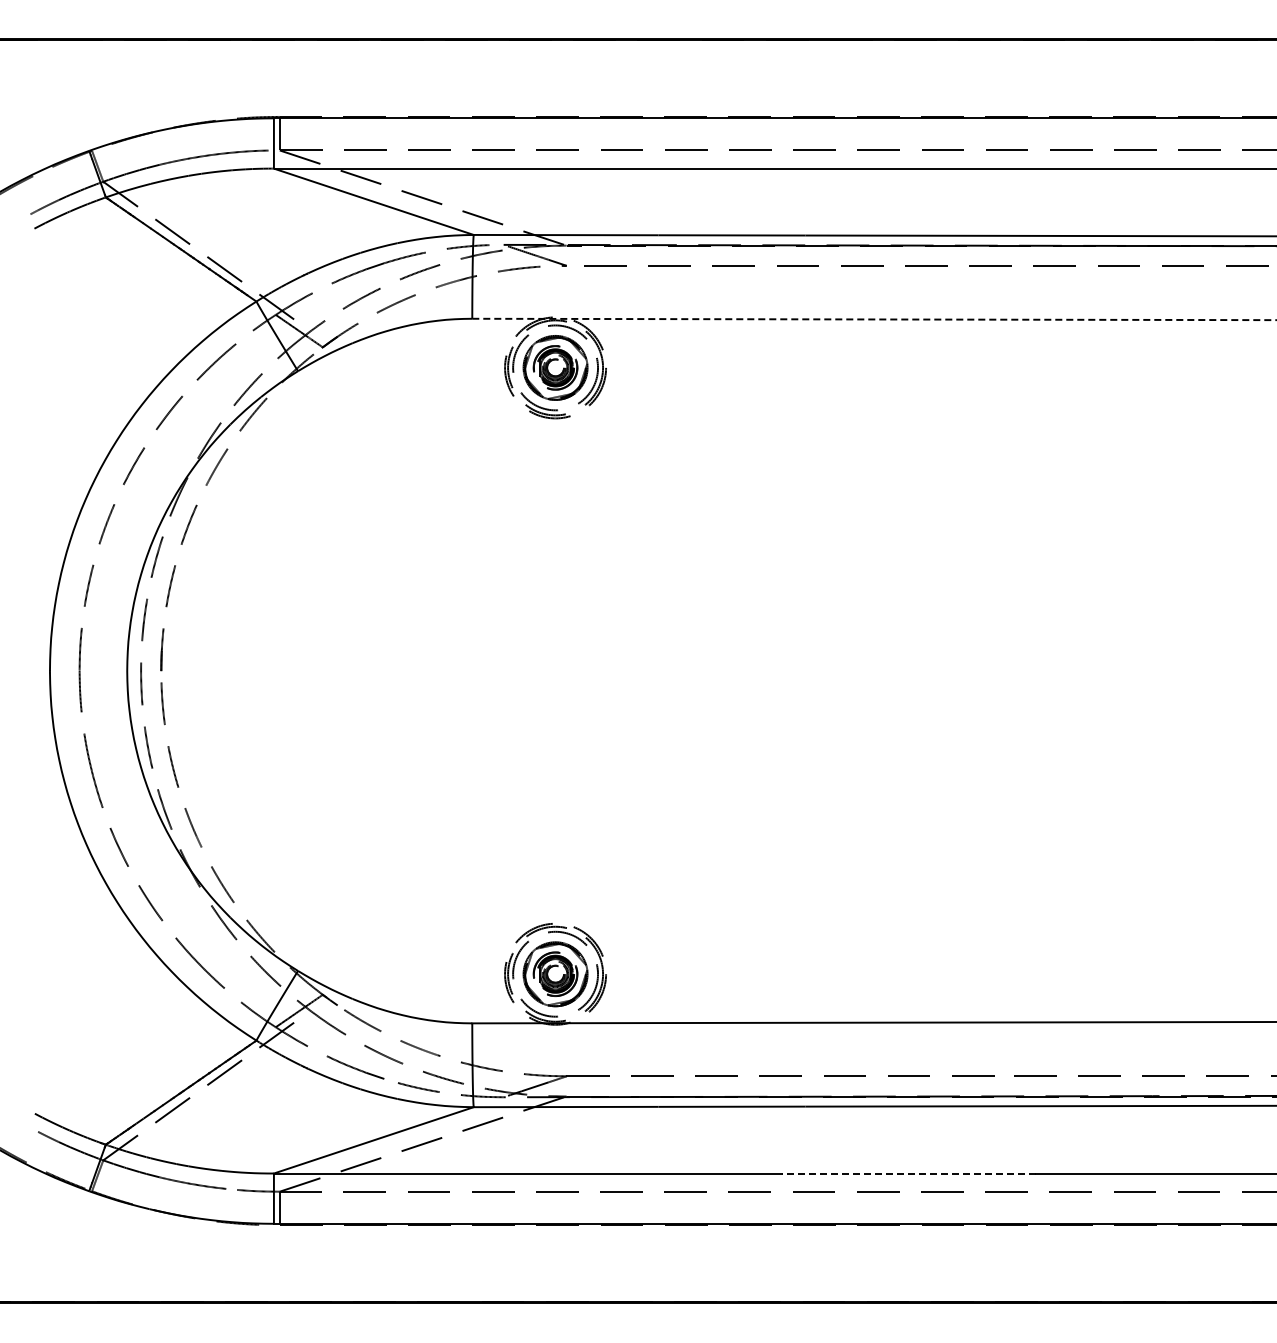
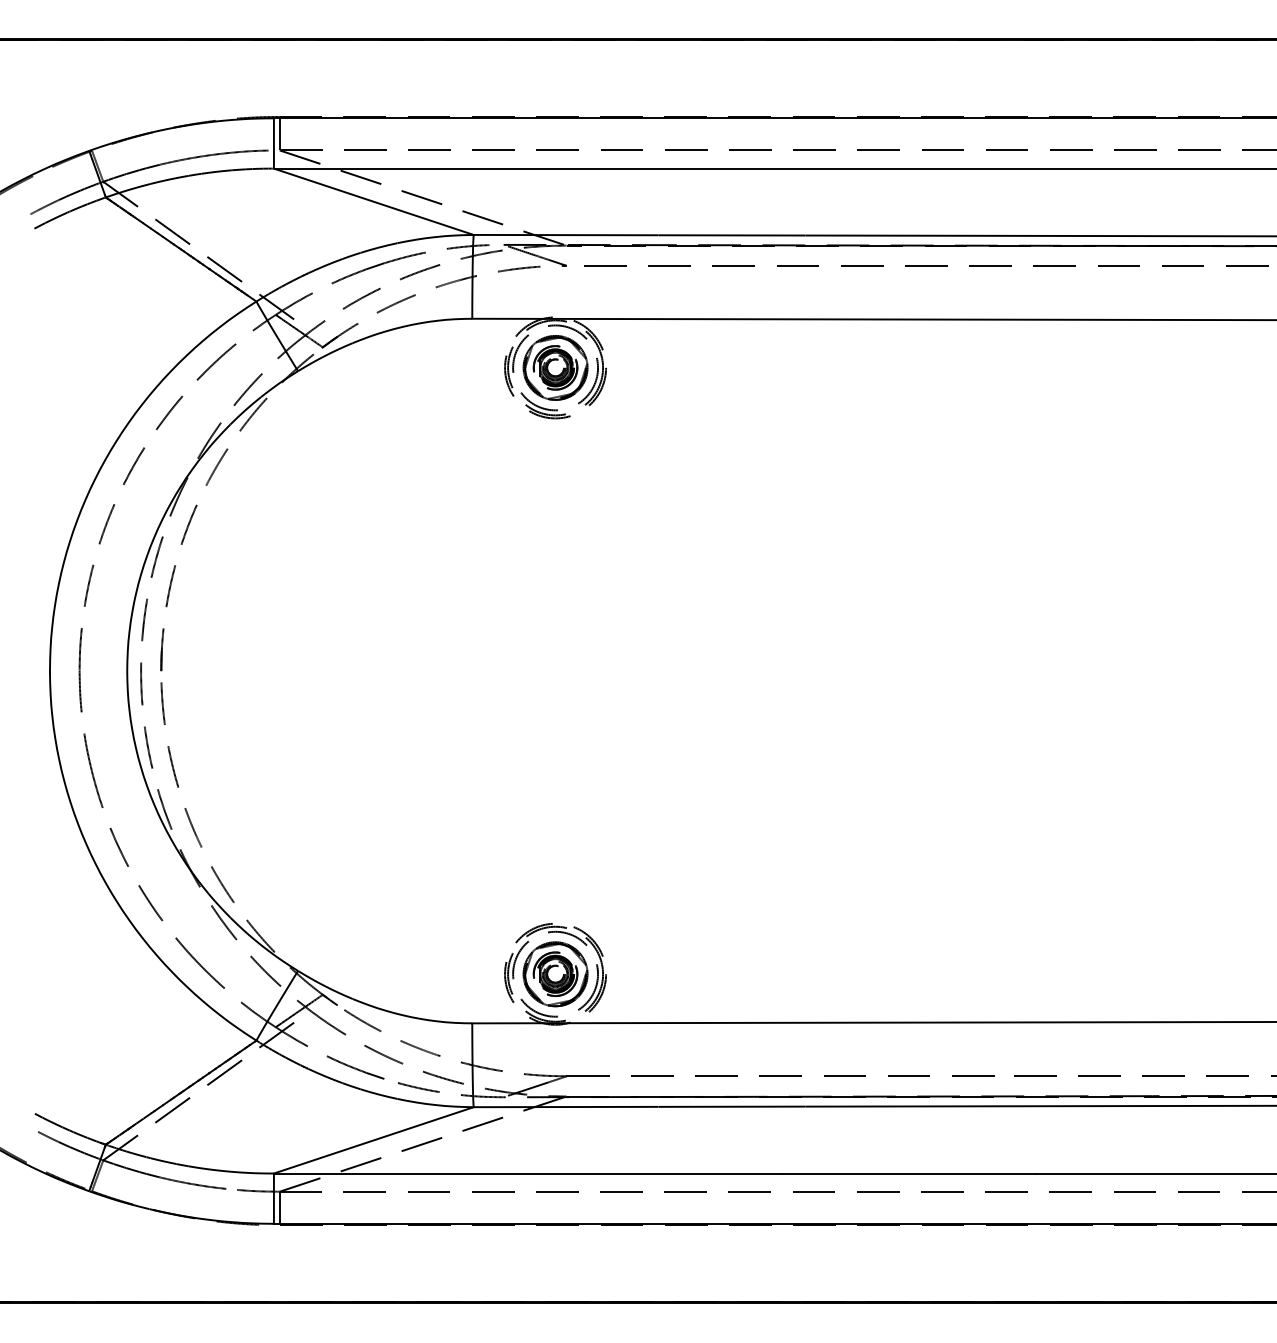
line at (874, 319): dashed -> solid
line at (907, 1173): dashed -> solid
